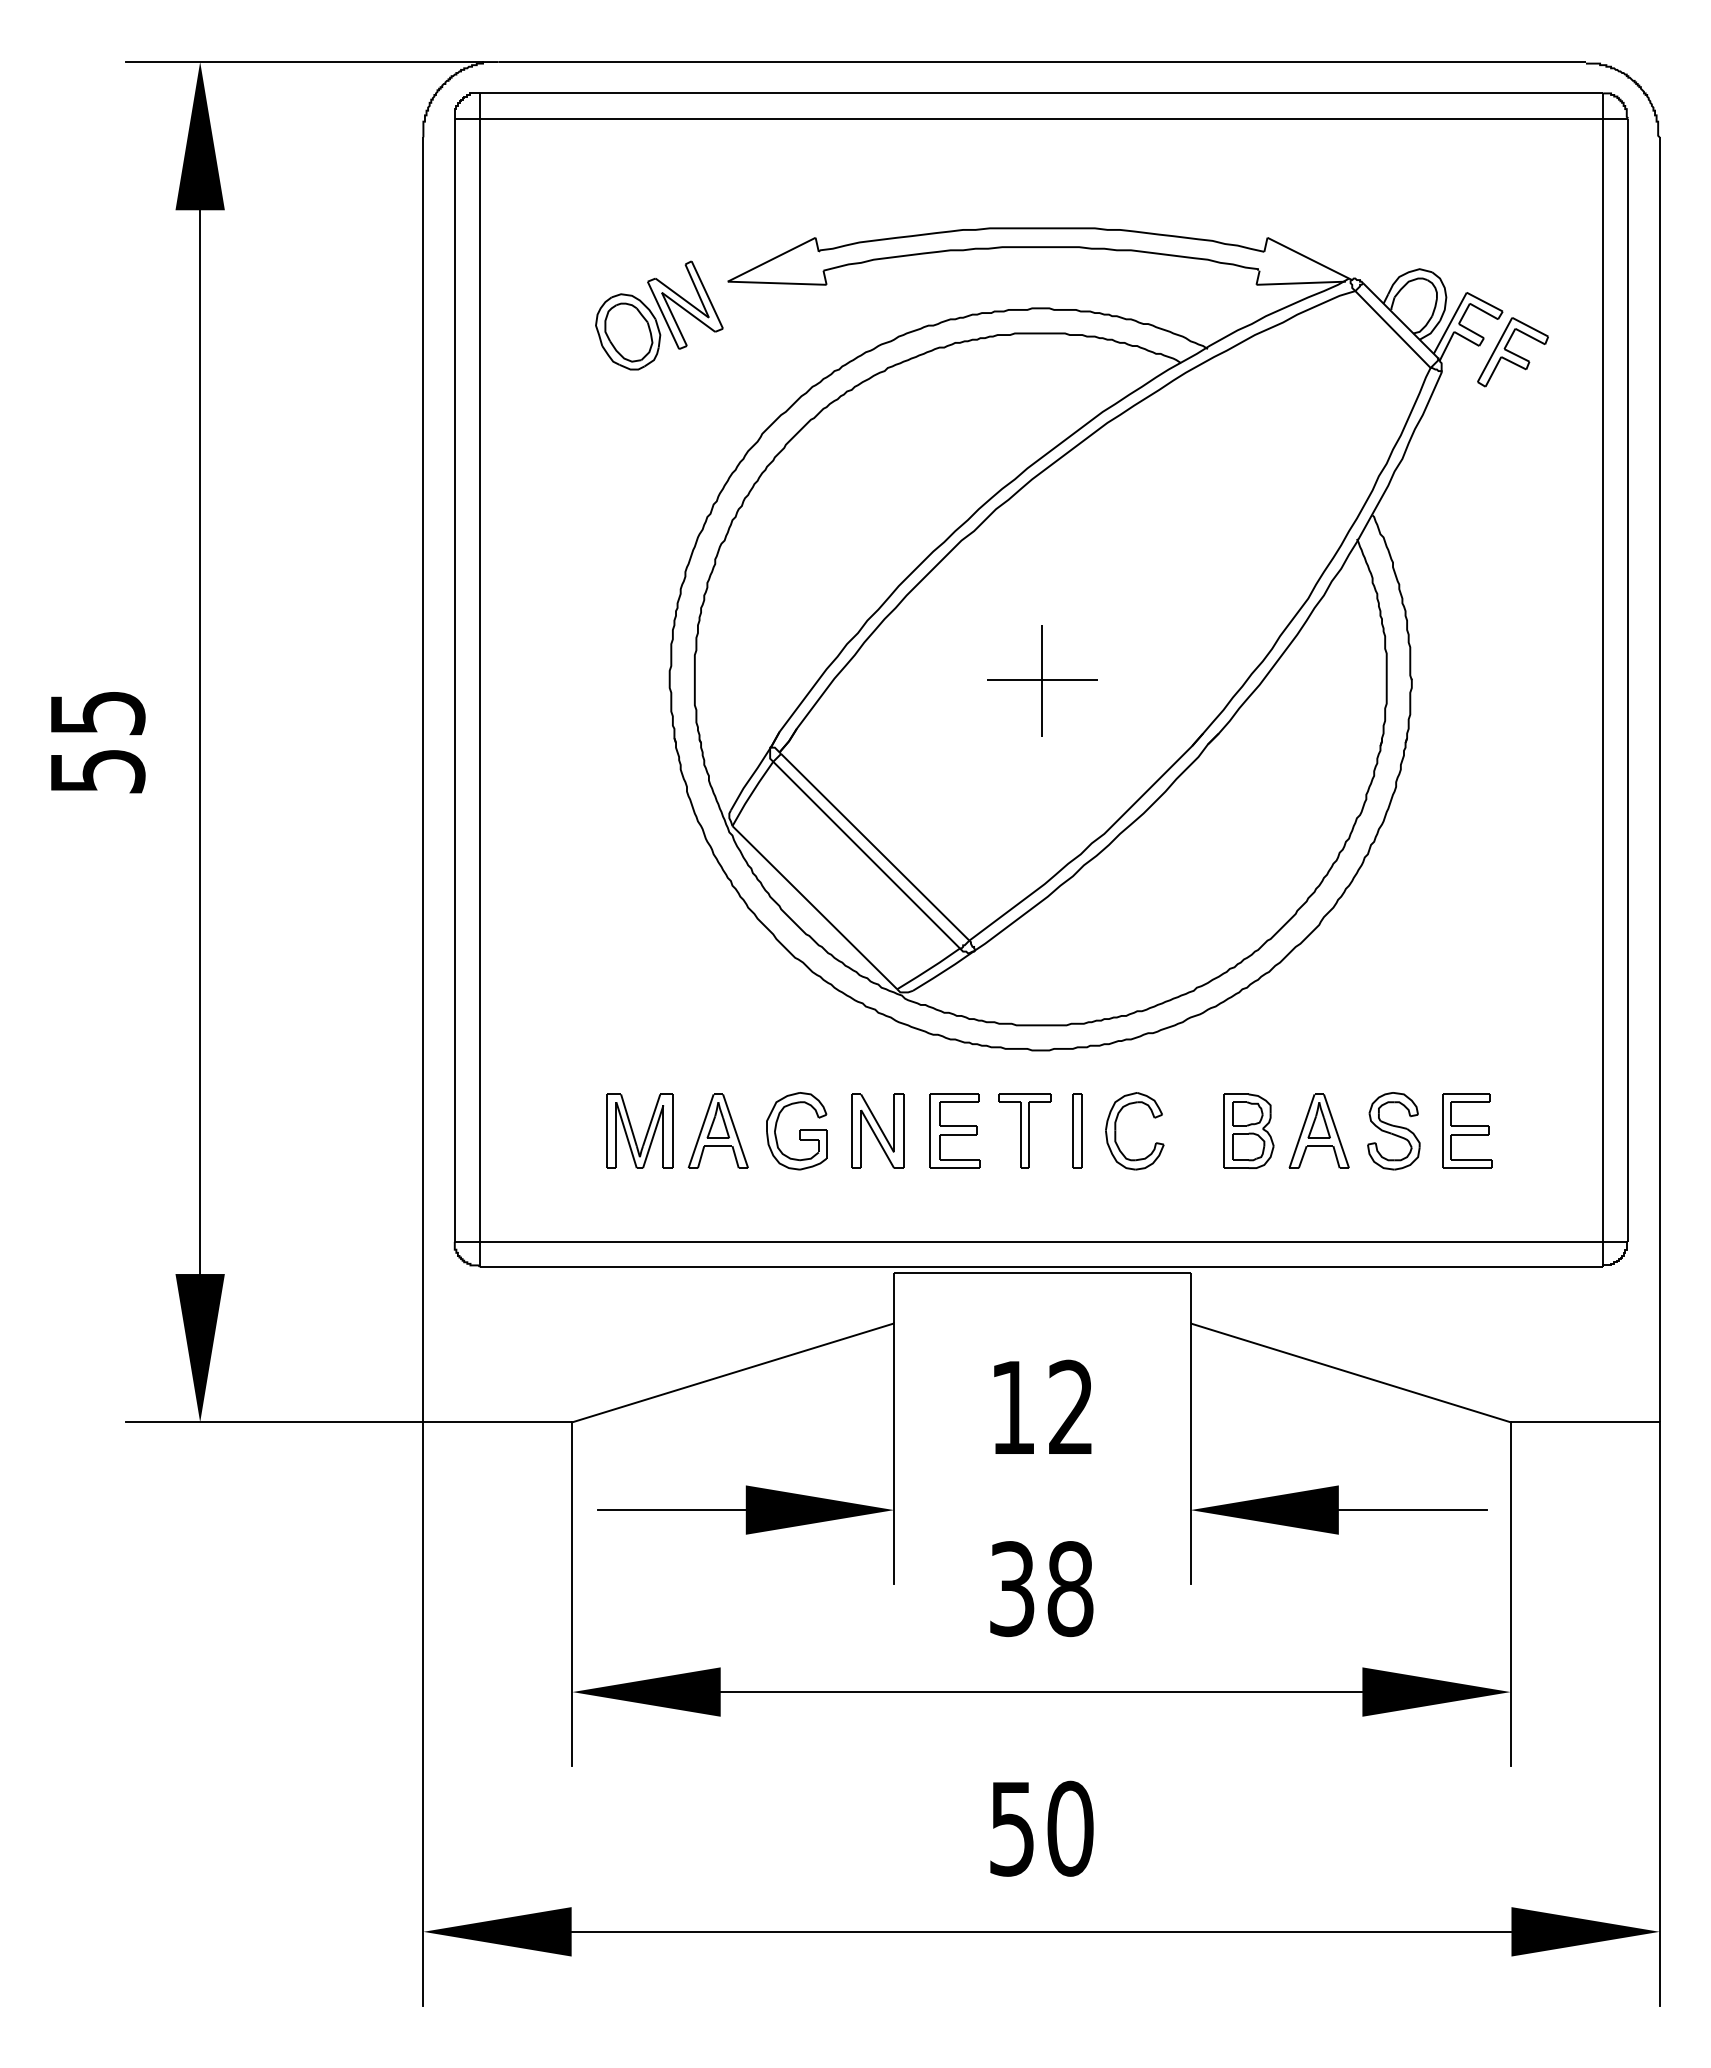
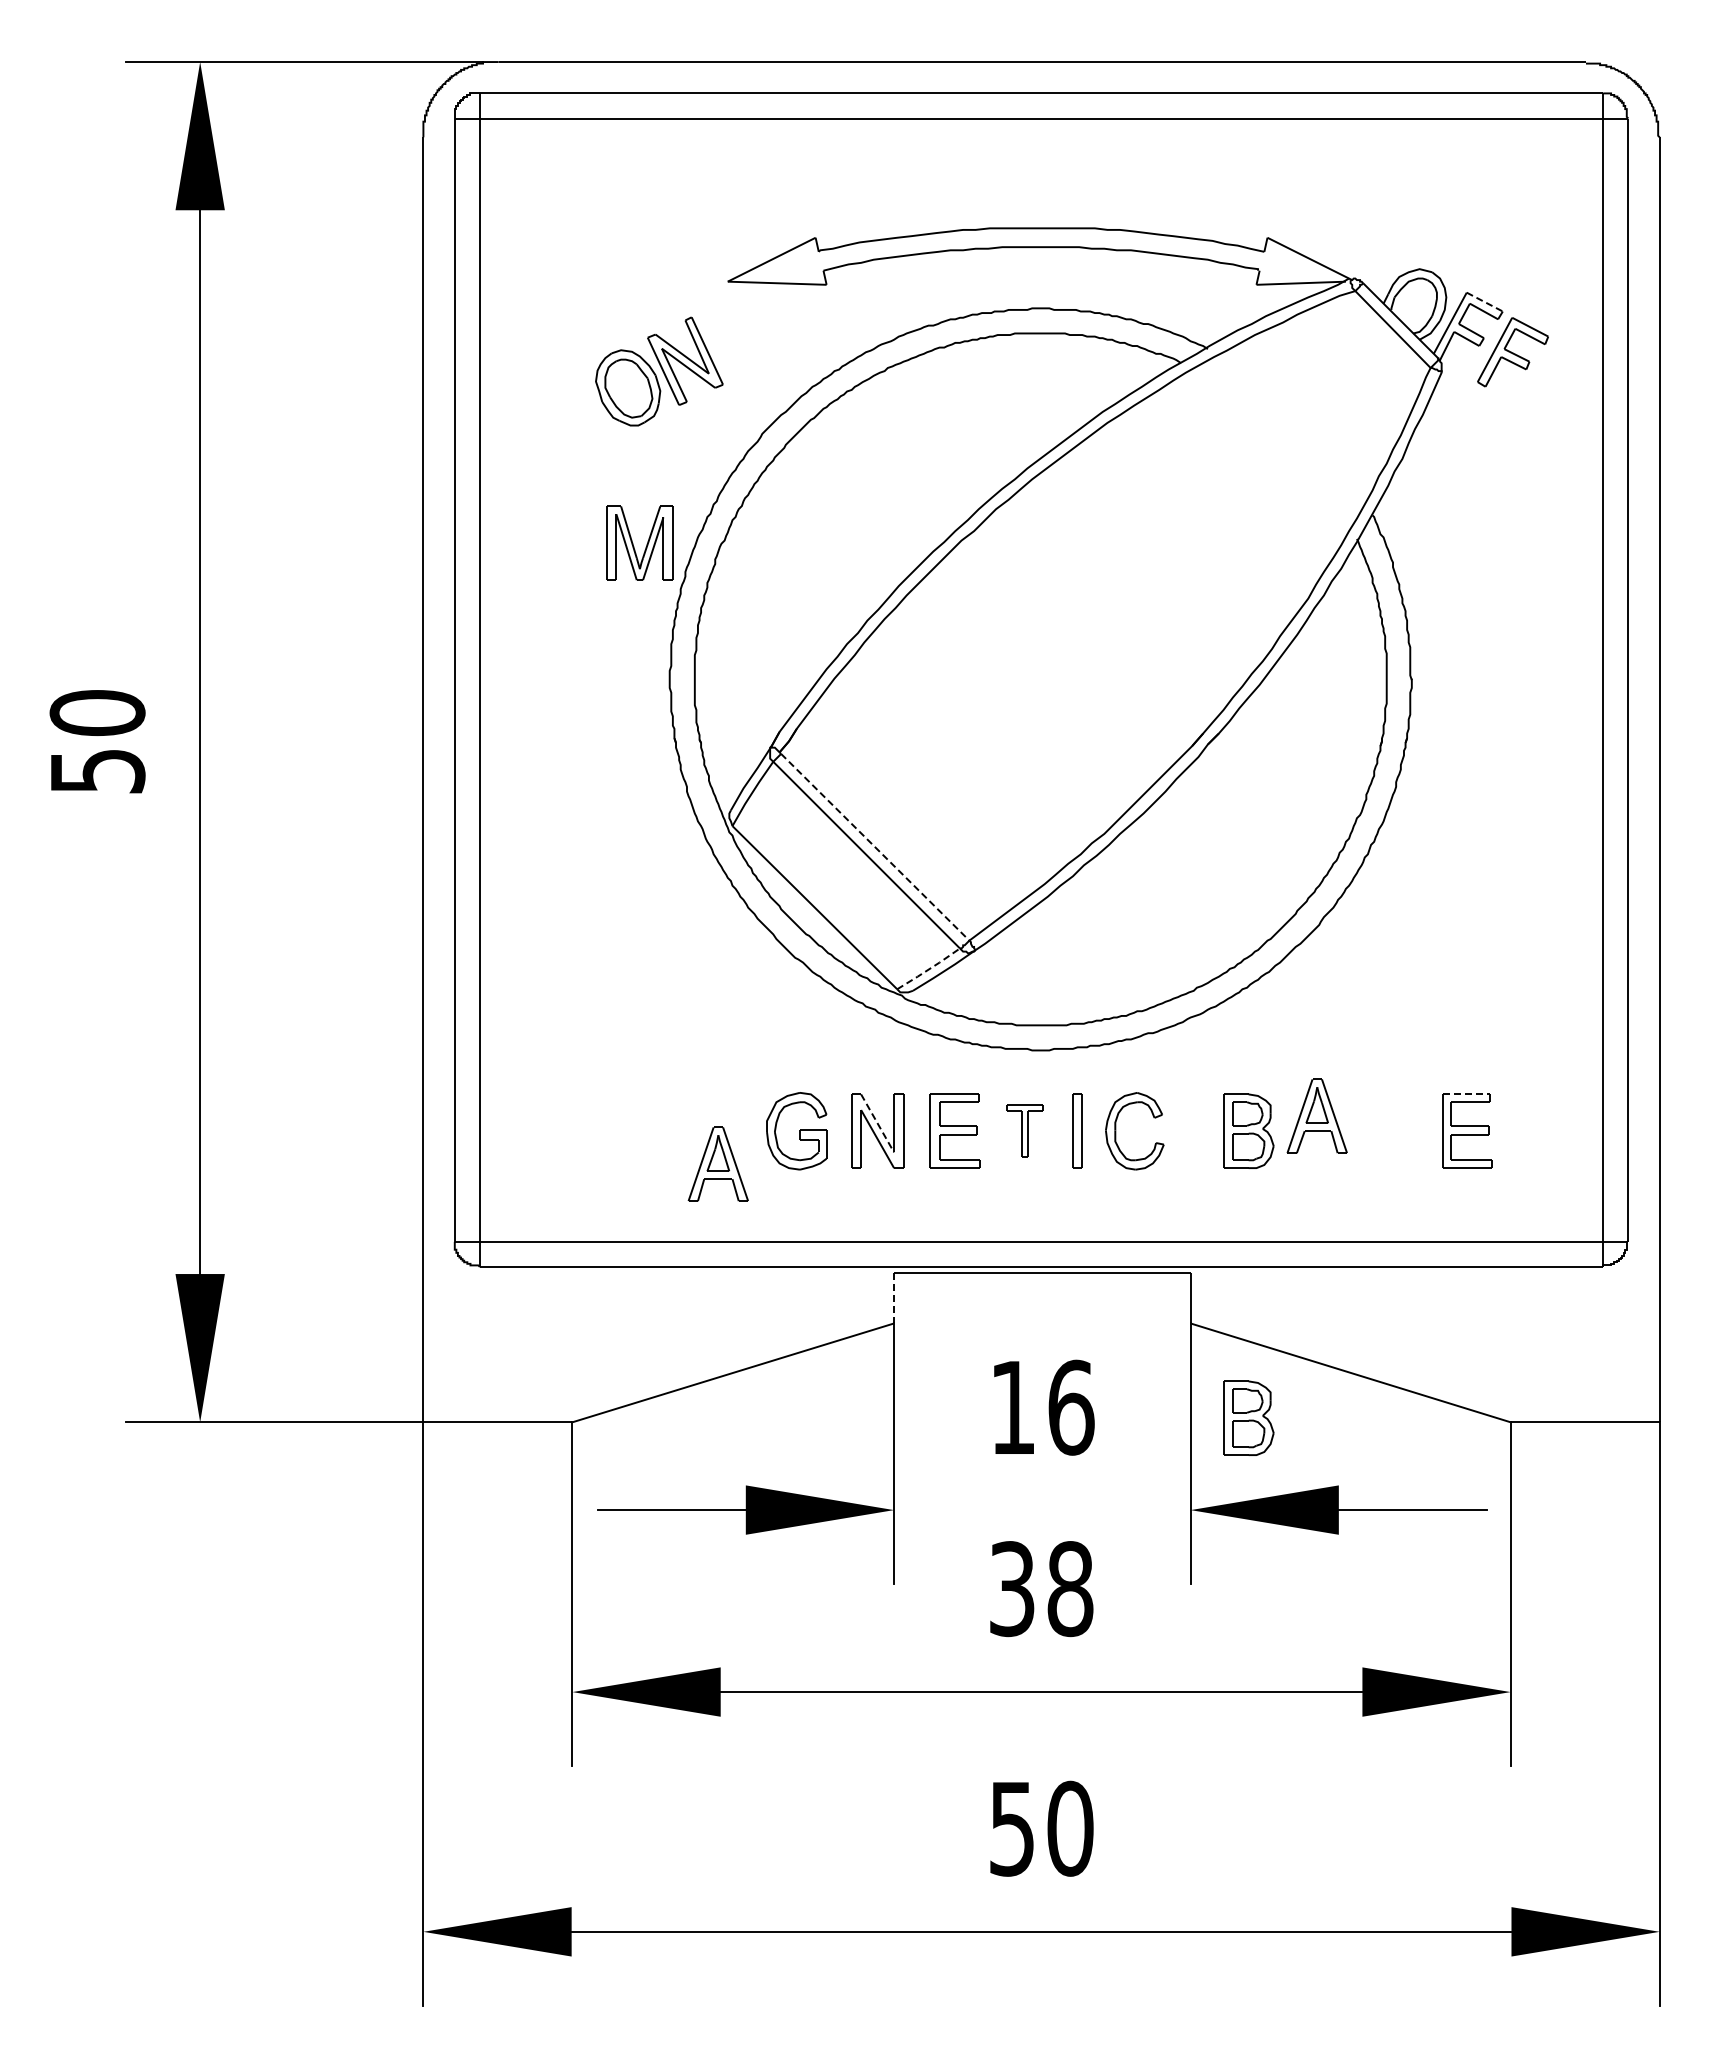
line at (1485, 302): solid -> dashed
part at (659, 315) position: (659, 315) -> (659, 371)
part at (1042, 680): present -> none
text at (97, 713): 55 -> 50
line at (875, 847): solid -> dashed
line at (929, 969): solid -> dashed
line at (1466, 1094): solid -> dashed
line at (877, 1123): solid -> dashed
part at (717, 1130) position: (717, 1130) -> (717, 1163)
part at (1024, 1130) size: 54x76 px -> 38x54 px
part at (1318, 1130) position: (1318, 1130) -> (1316, 1115)
part at (633, 1131) position: (633, 1131) -> (633, 543)
part at (1393, 1131): present -> none
line at (894, 1298): solid -> dashed
text at (1071, 1407): 12 -> 16
part at (1248, 1417): none -> present
